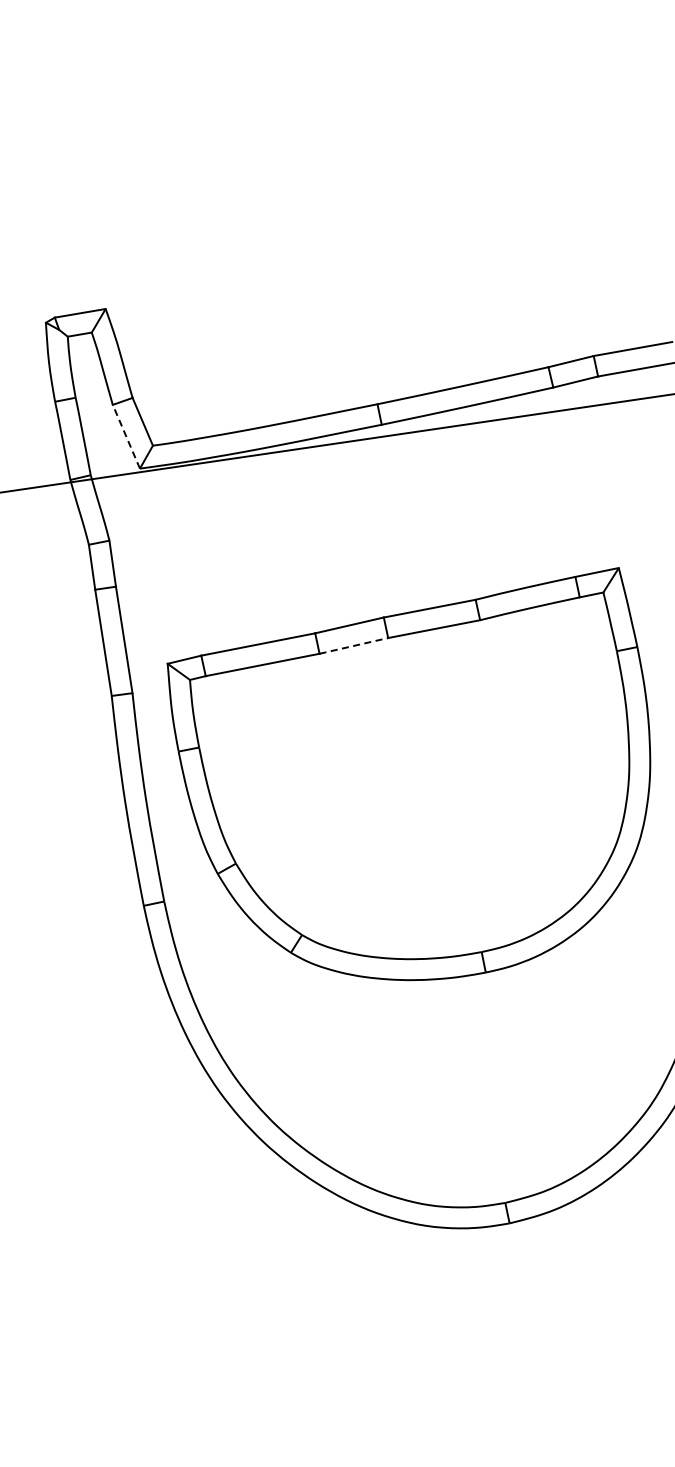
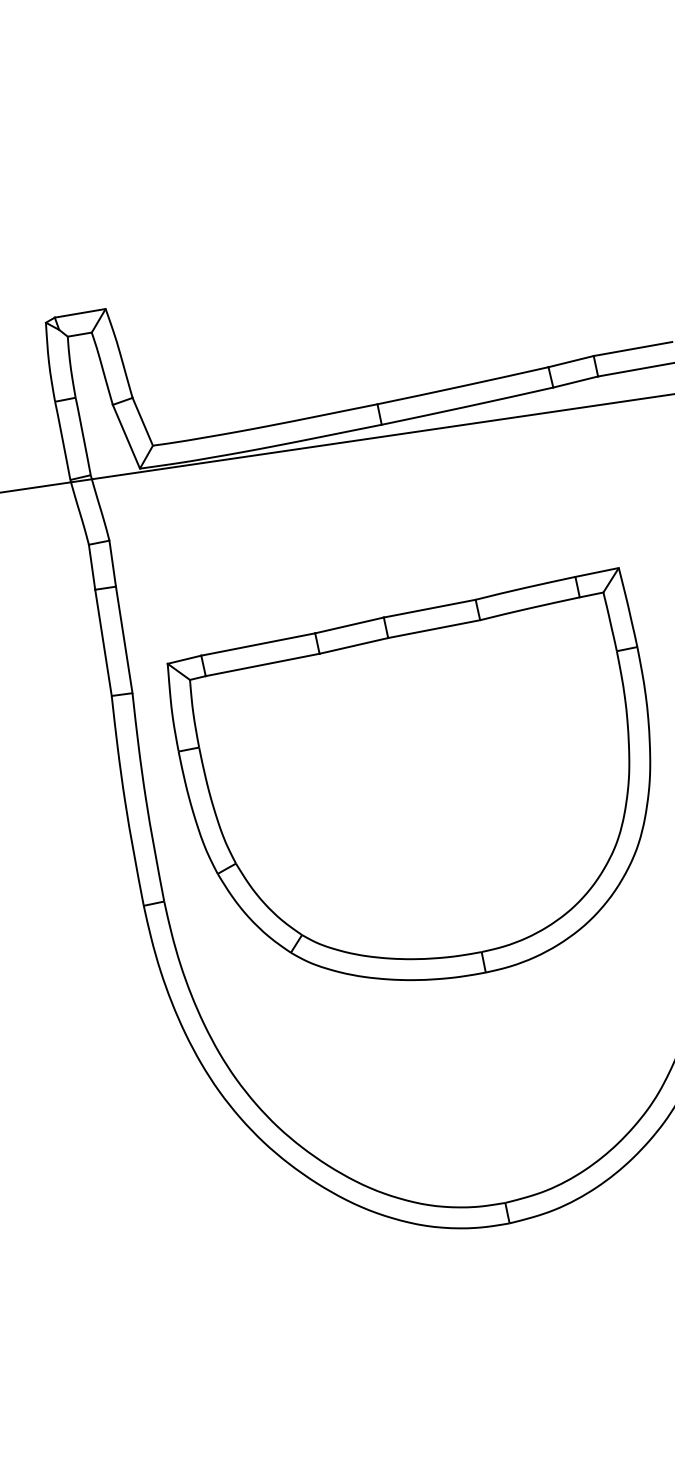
line at (126, 436): dashed -> solid
line at (354, 645): dashed -> solid
